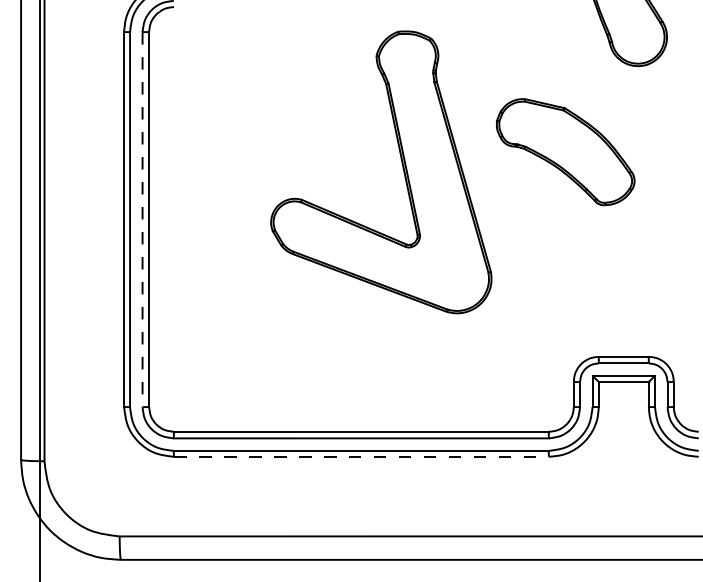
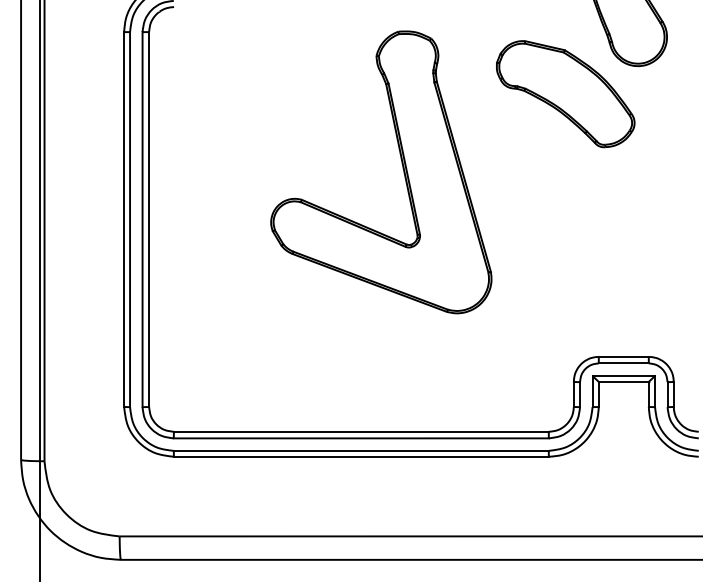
part at (565, 152) position: (565, 152) -> (565, 94)
line at (142, 220): dashed -> solid
line at (361, 456): dashed -> solid
